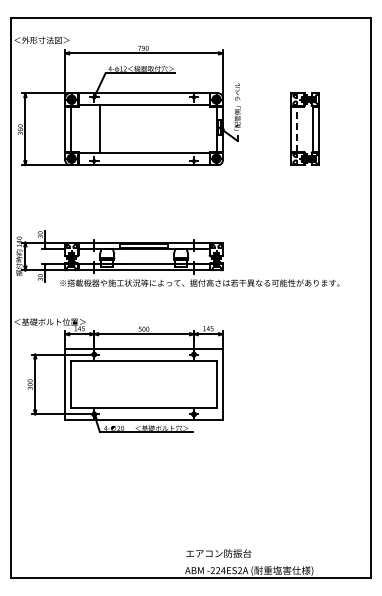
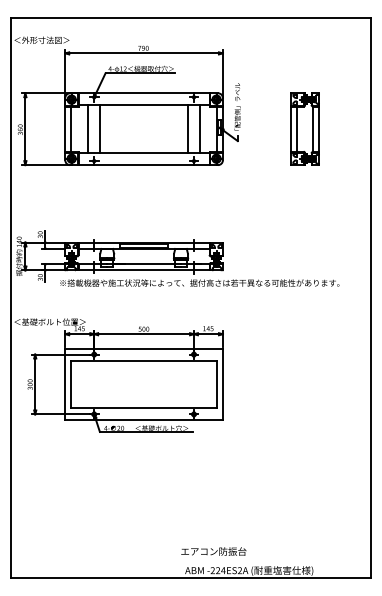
line at (88, 129): none -> present
line at (188, 129): none -> present
line at (199, 129): none -> present
line at (297, 129): dashed -> solid
text at (218, 553) position: (218, 553) -> (213, 551)
